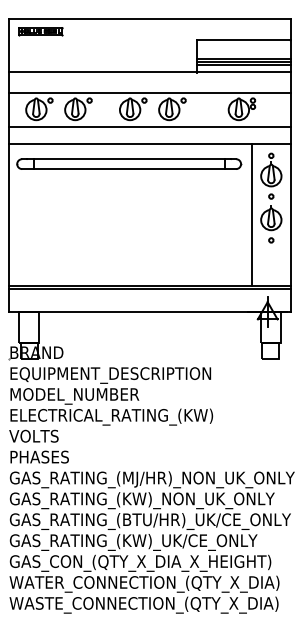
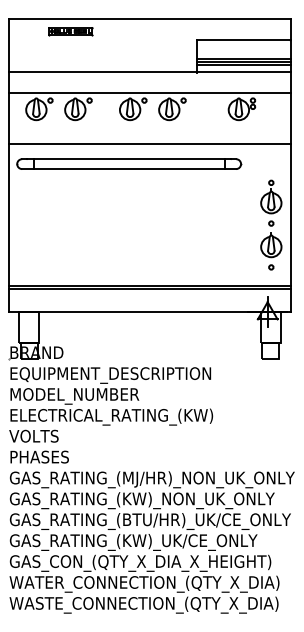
part at (40, 31) position: (40, 31) -> (70, 31)
line at (149, 127): present -> none
part at (271, 197) position: (271, 197) -> (271, 224)
line at (251, 214): present -> none
